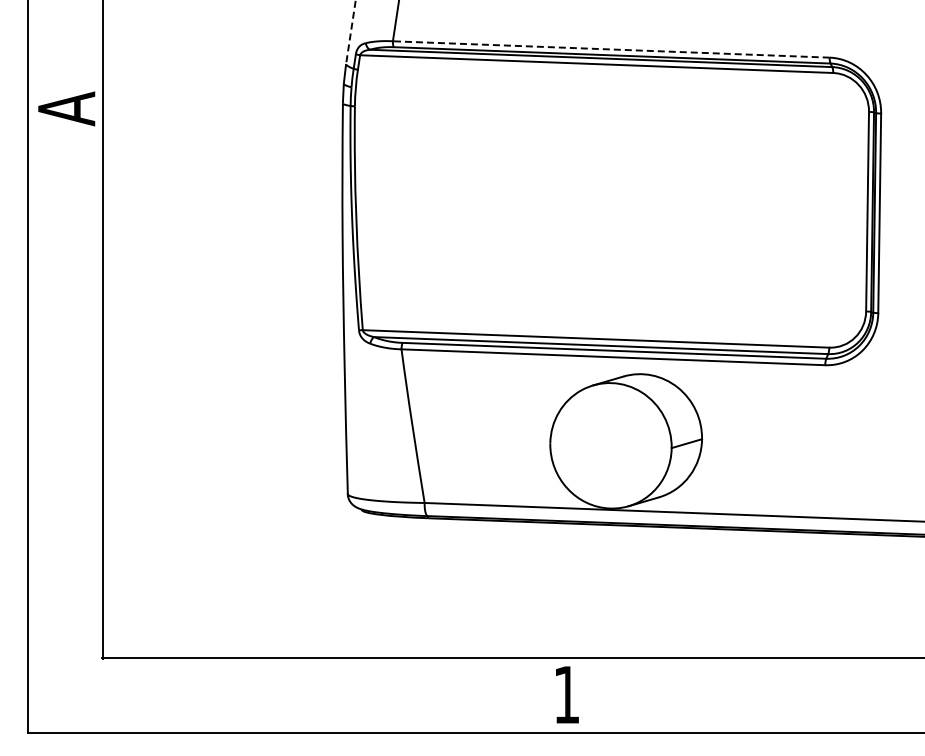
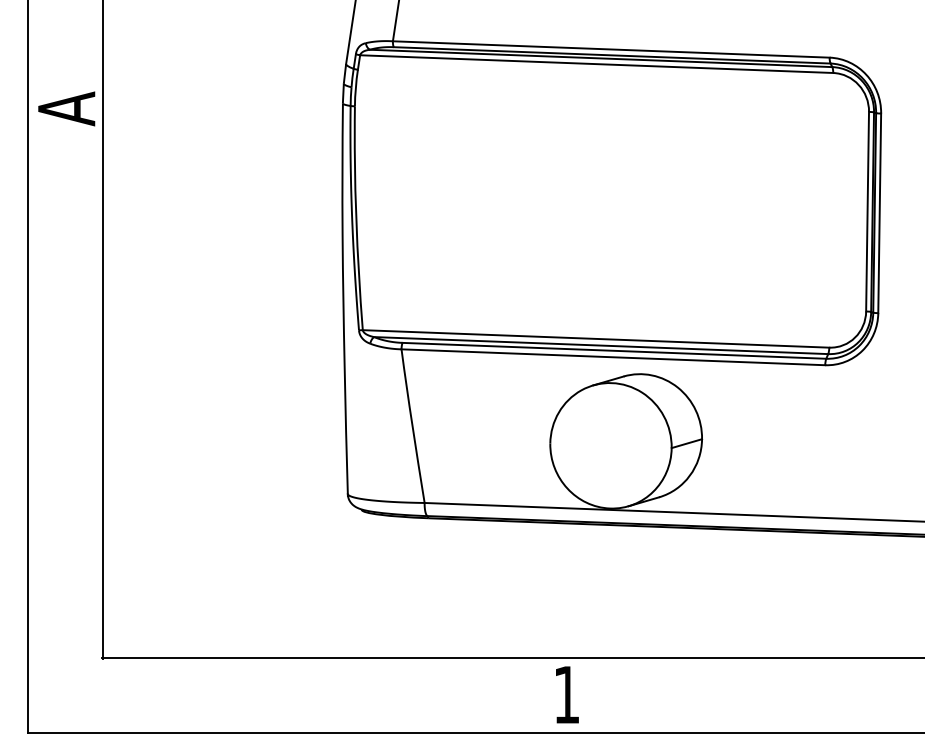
line at (350, 32): dashed -> solid
line at (611, 49): dashed -> solid
